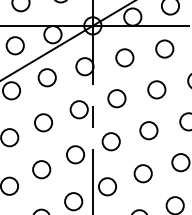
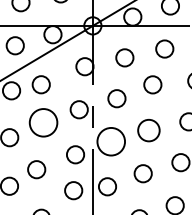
circle at (46, 77) position: (46, 77) -> (40, 84)
circle at (156, 89) position: (156, 89) -> (152, 84)
circle at (43, 122) diameter: 17 px -> 28 px
circle at (148, 130) size: 20x20 px -> 24x24 px
circle at (110, 141) diameter: 17 px -> 28 px
circle at (41, 169) position: (41, 169) -> (36, 169)
circle at (73, 201) position: (73, 201) -> (73, 190)
